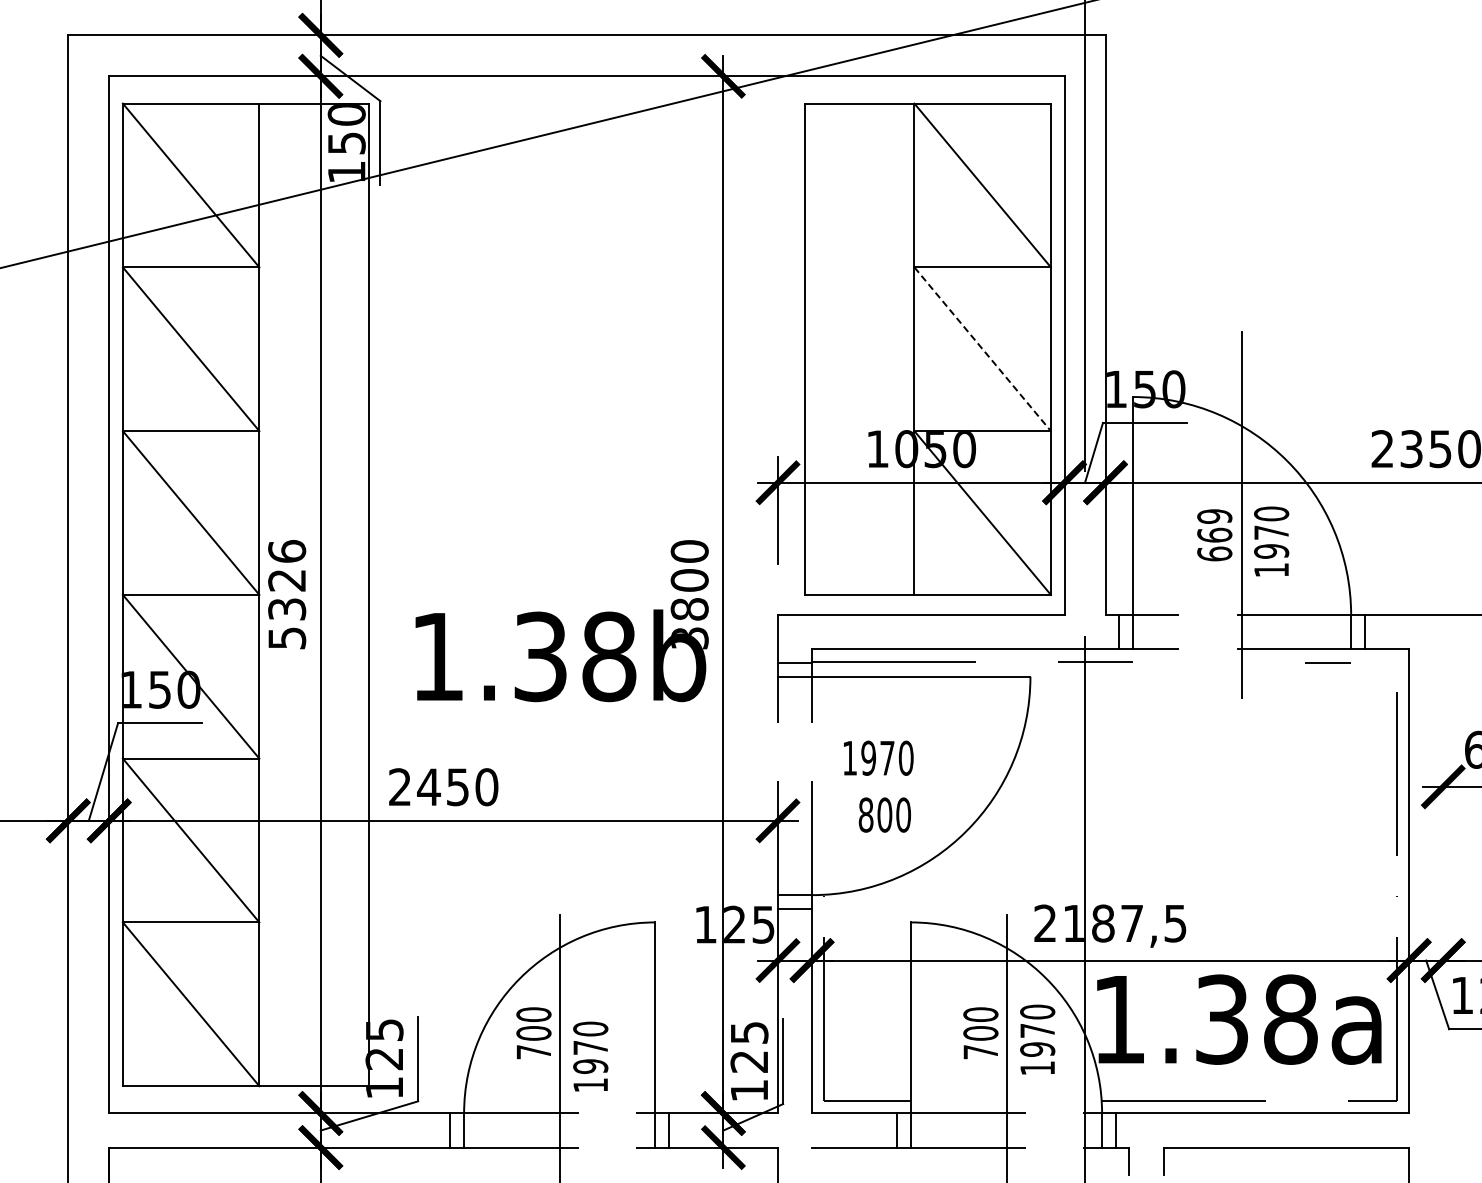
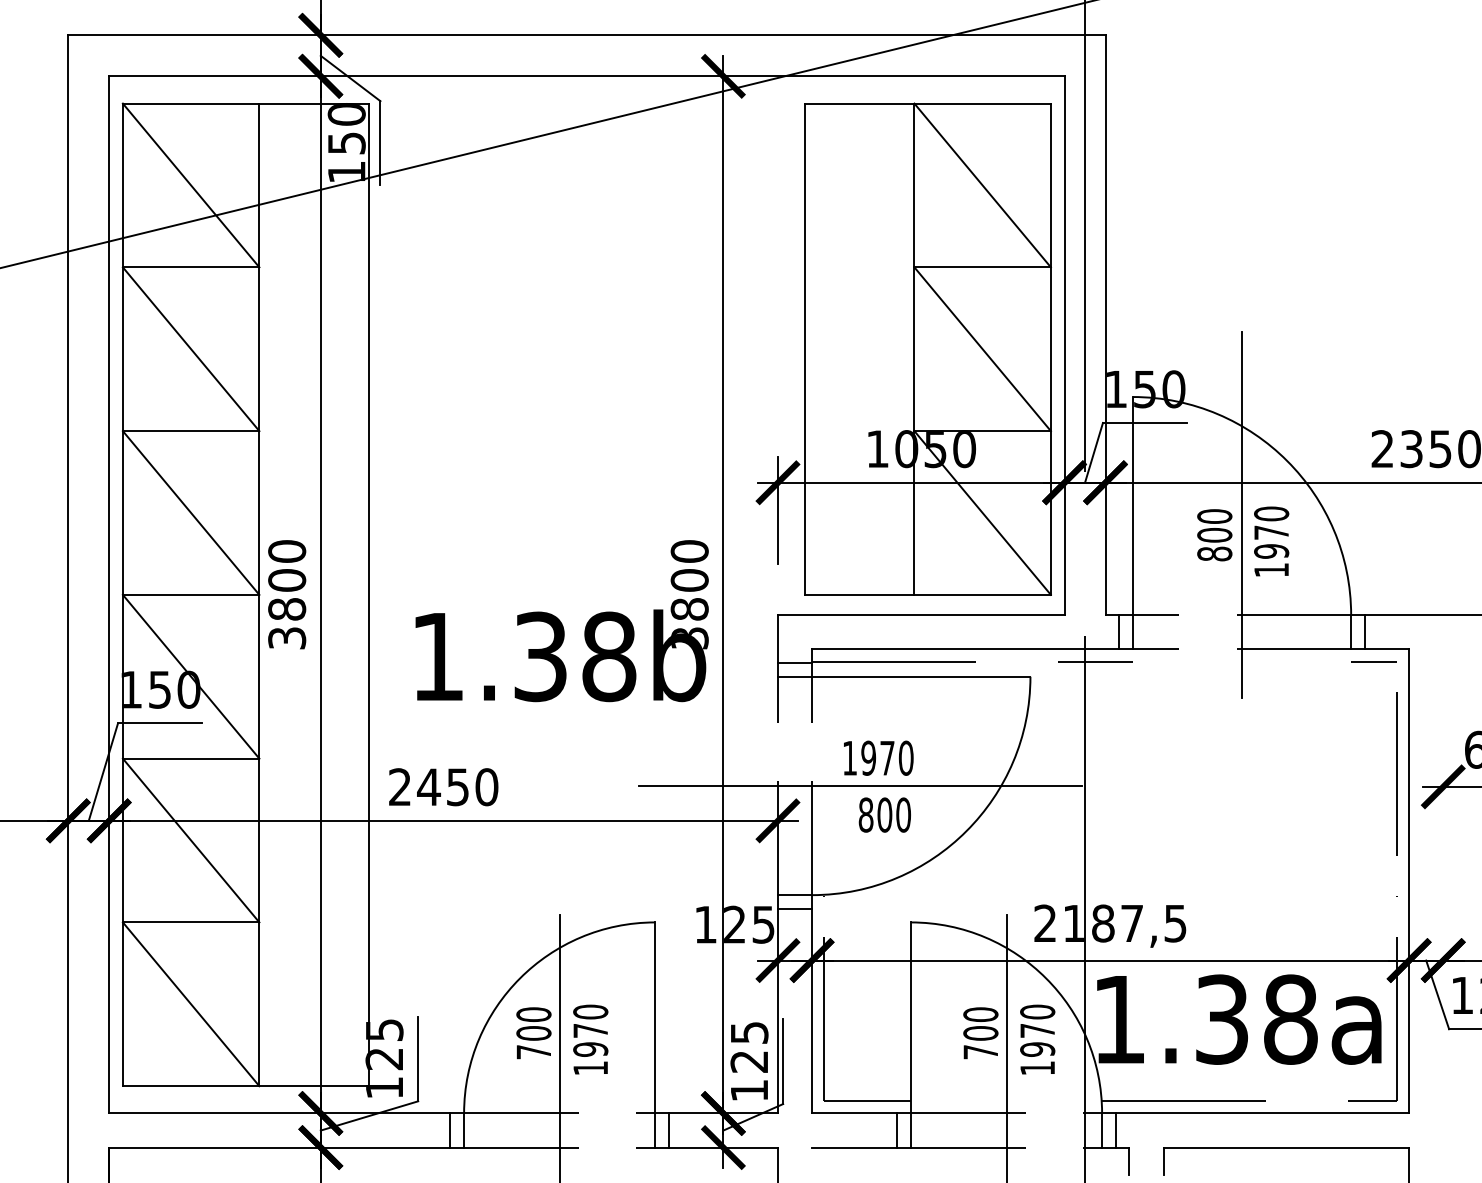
line at (982, 349): dashed -> solid
text at (1214, 535): 669 -> 800
text at (287, 594): 5326 -> 3800
line at (1327, 662) position: (1327, 662) -> (1373, 661)
line at (860, 785): none -> present
text at (590, 1056) position: (590, 1056) -> (590, 1039)
